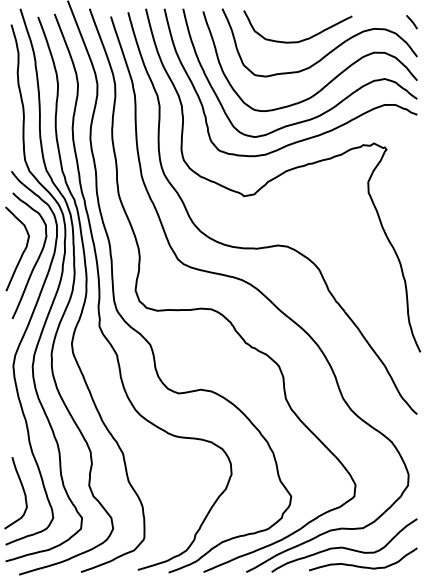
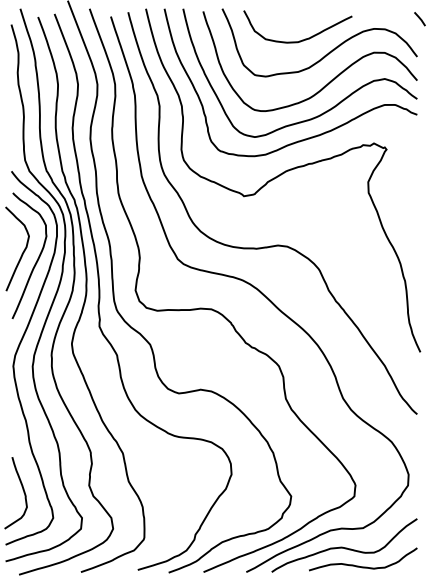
line at (411, 22) position: (411, 22) -> (419, 19)
